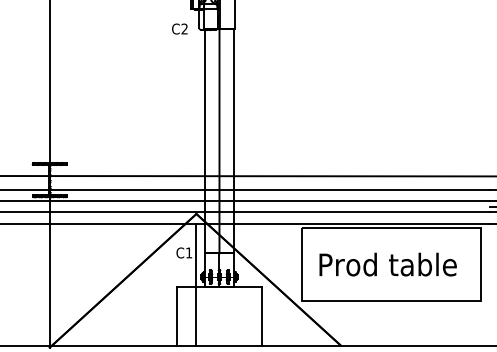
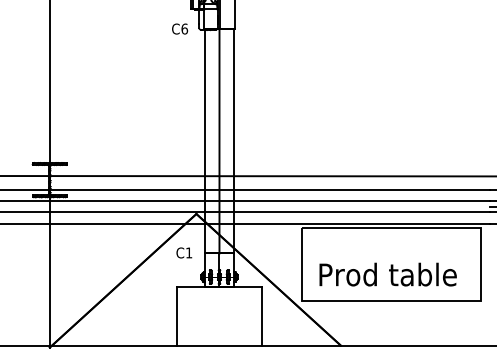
text at (184, 28): C2 -> C6
text at (387, 264) position: (387, 264) -> (387, 274)
line at (196, 284): present -> none
